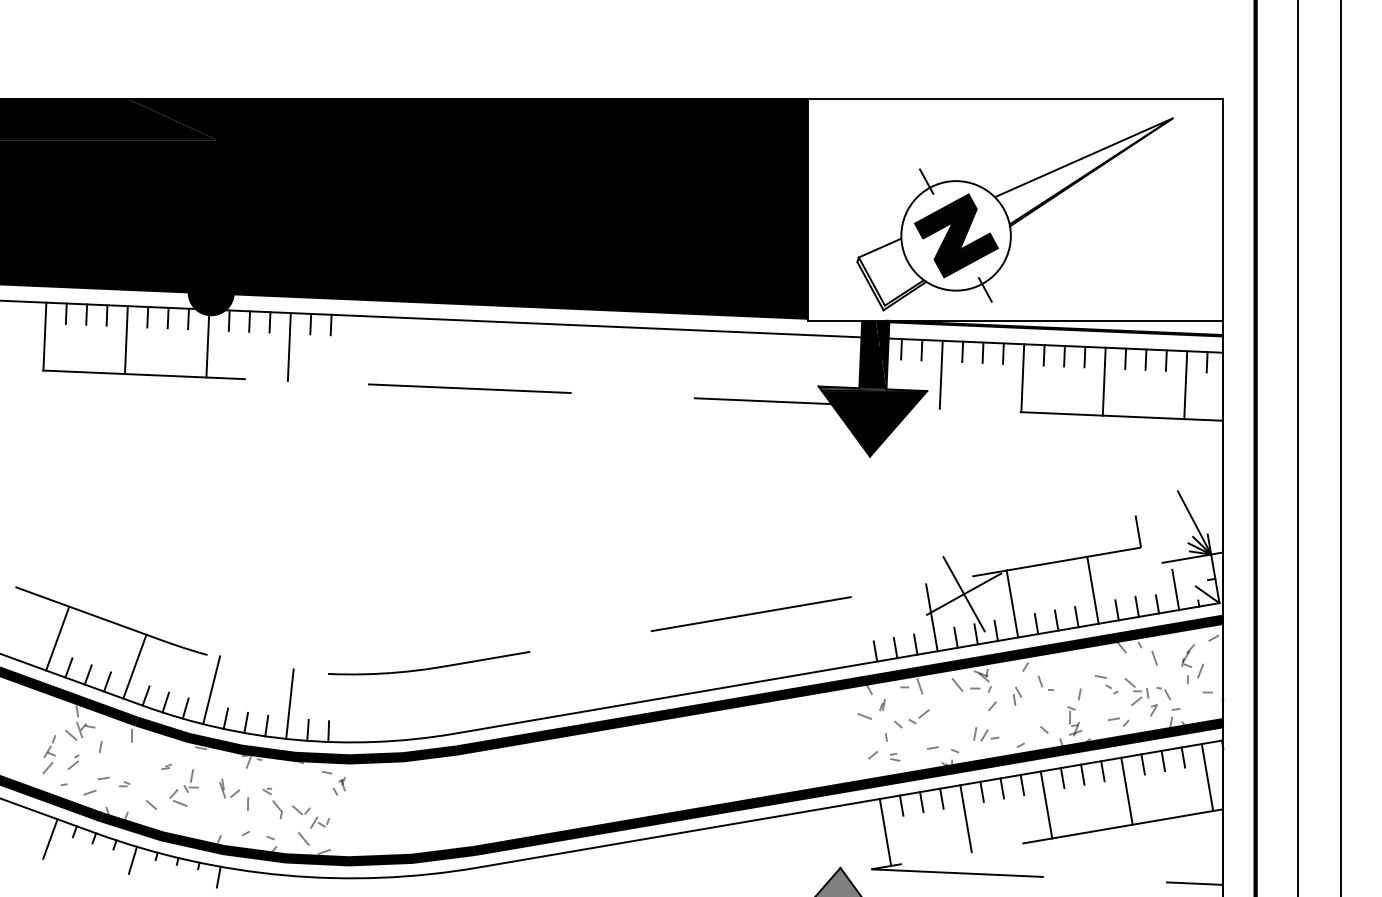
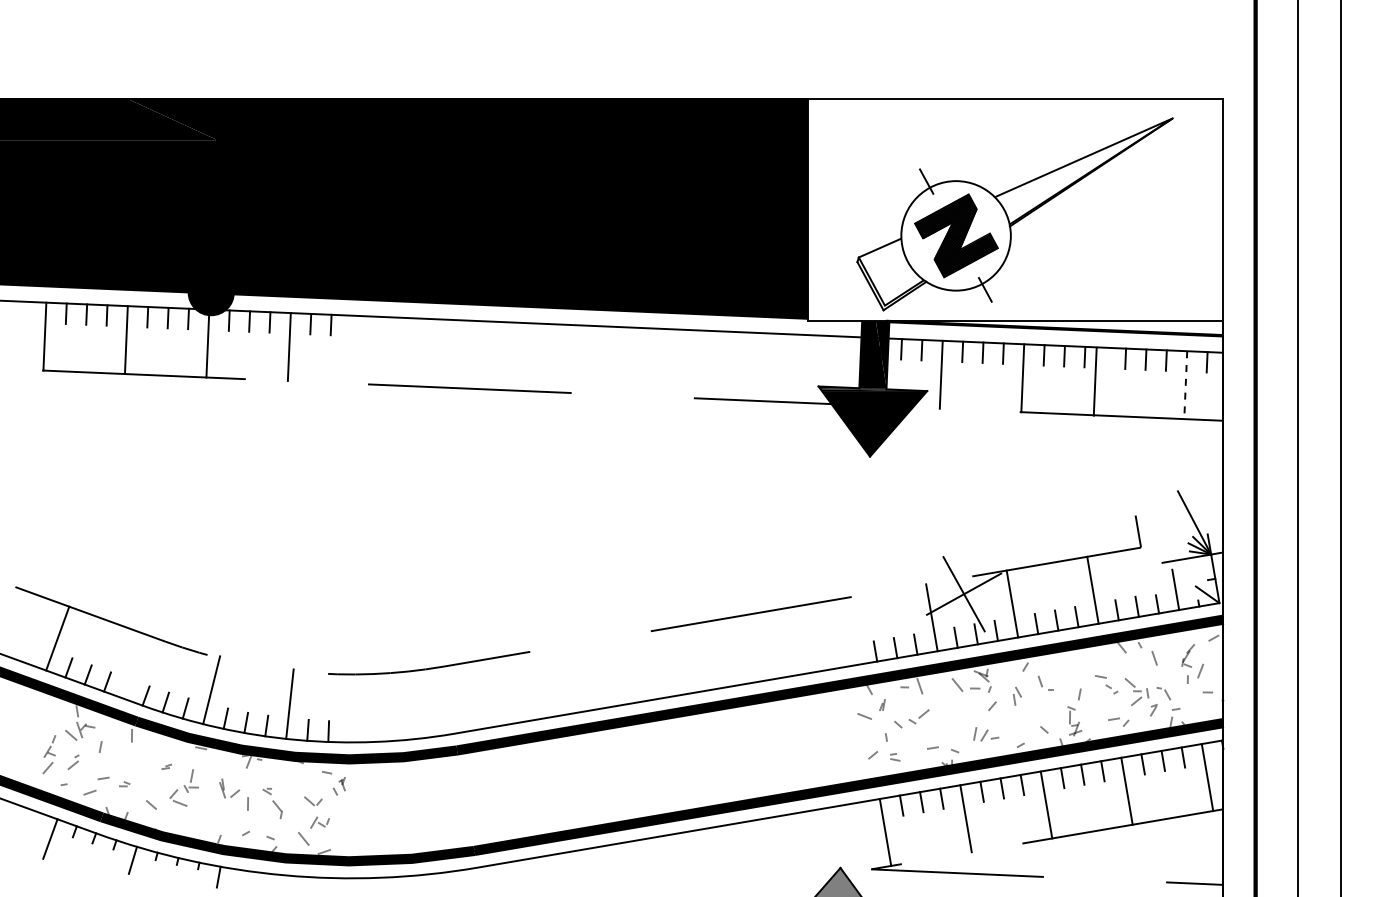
line at (1103, 381) position: (1103, 381) -> (1094, 381)
line at (1185, 385): solid -> dashed
line at (134, 666): present -> none
part at (301, 809) position: (301, 809) -> (313, 800)
